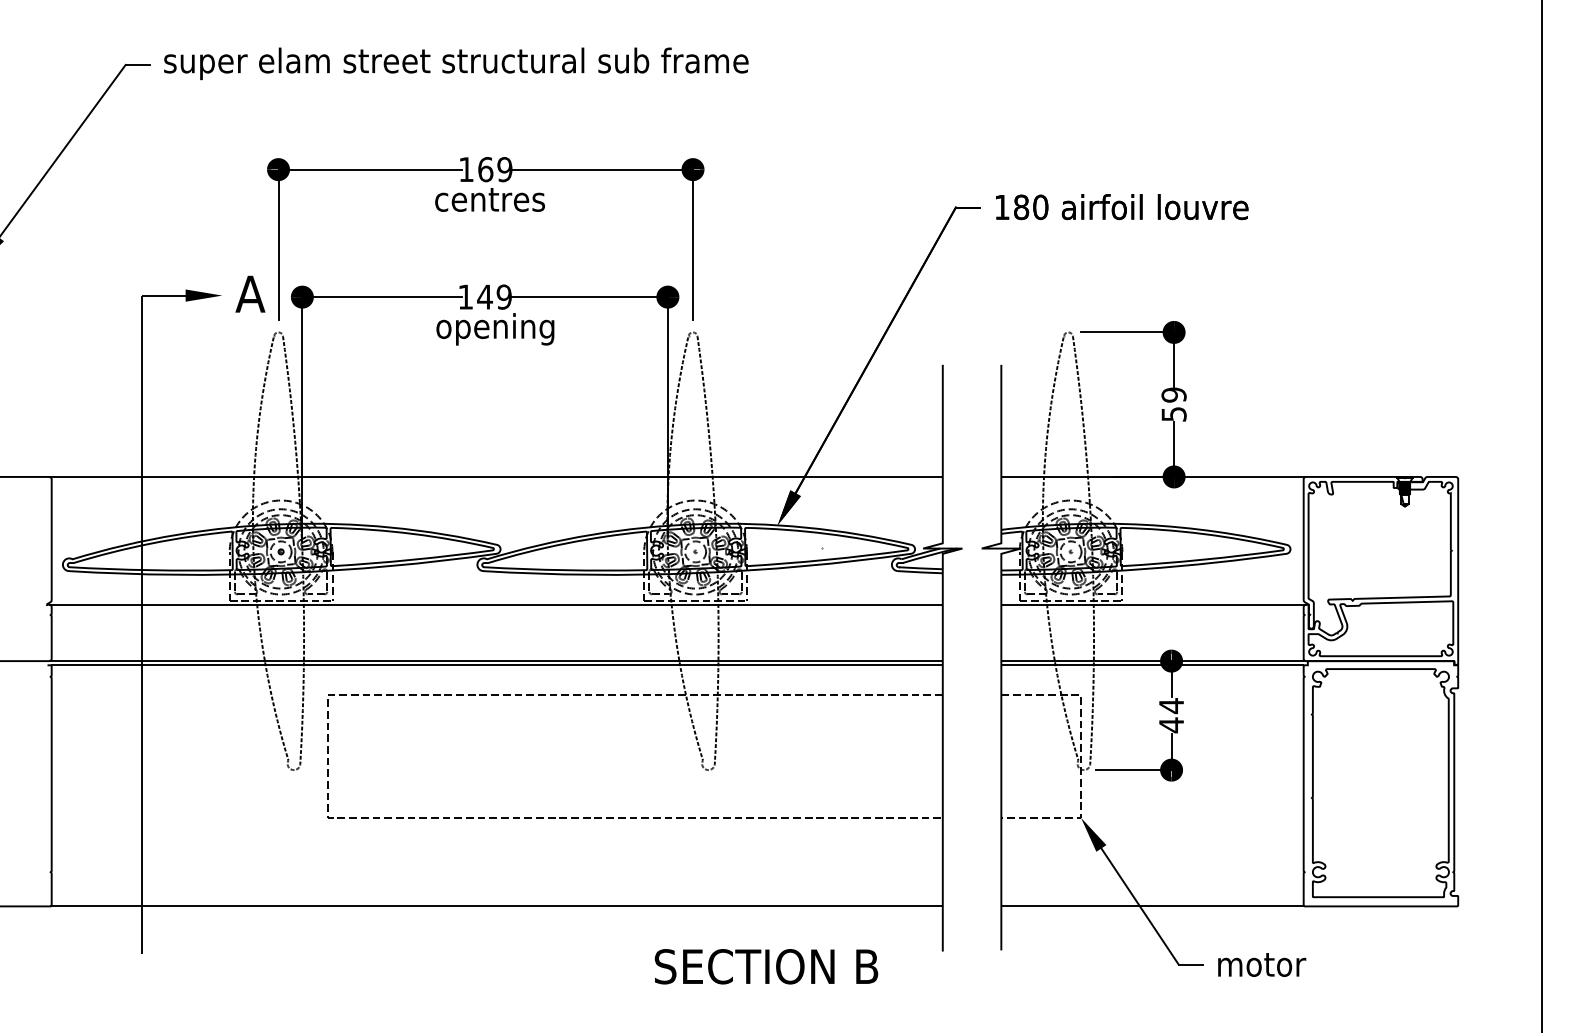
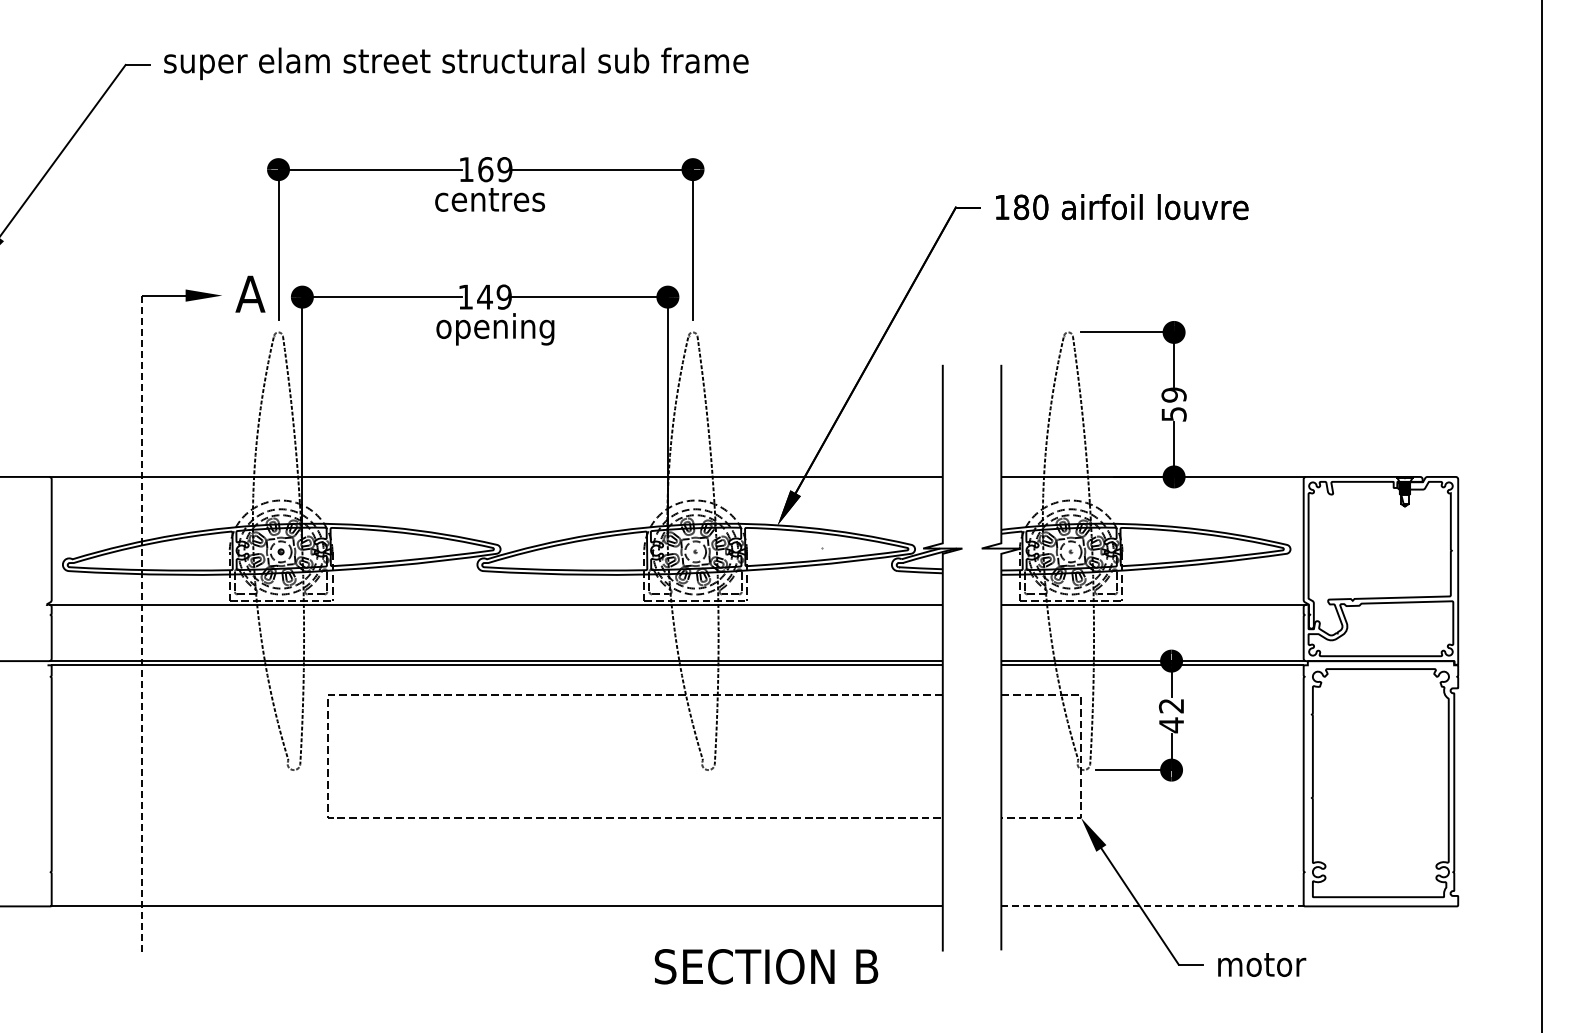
line at (141, 625): solid -> dashed
text at (1171, 706): 44 -> 42
line at (1153, 906): solid -> dashed
